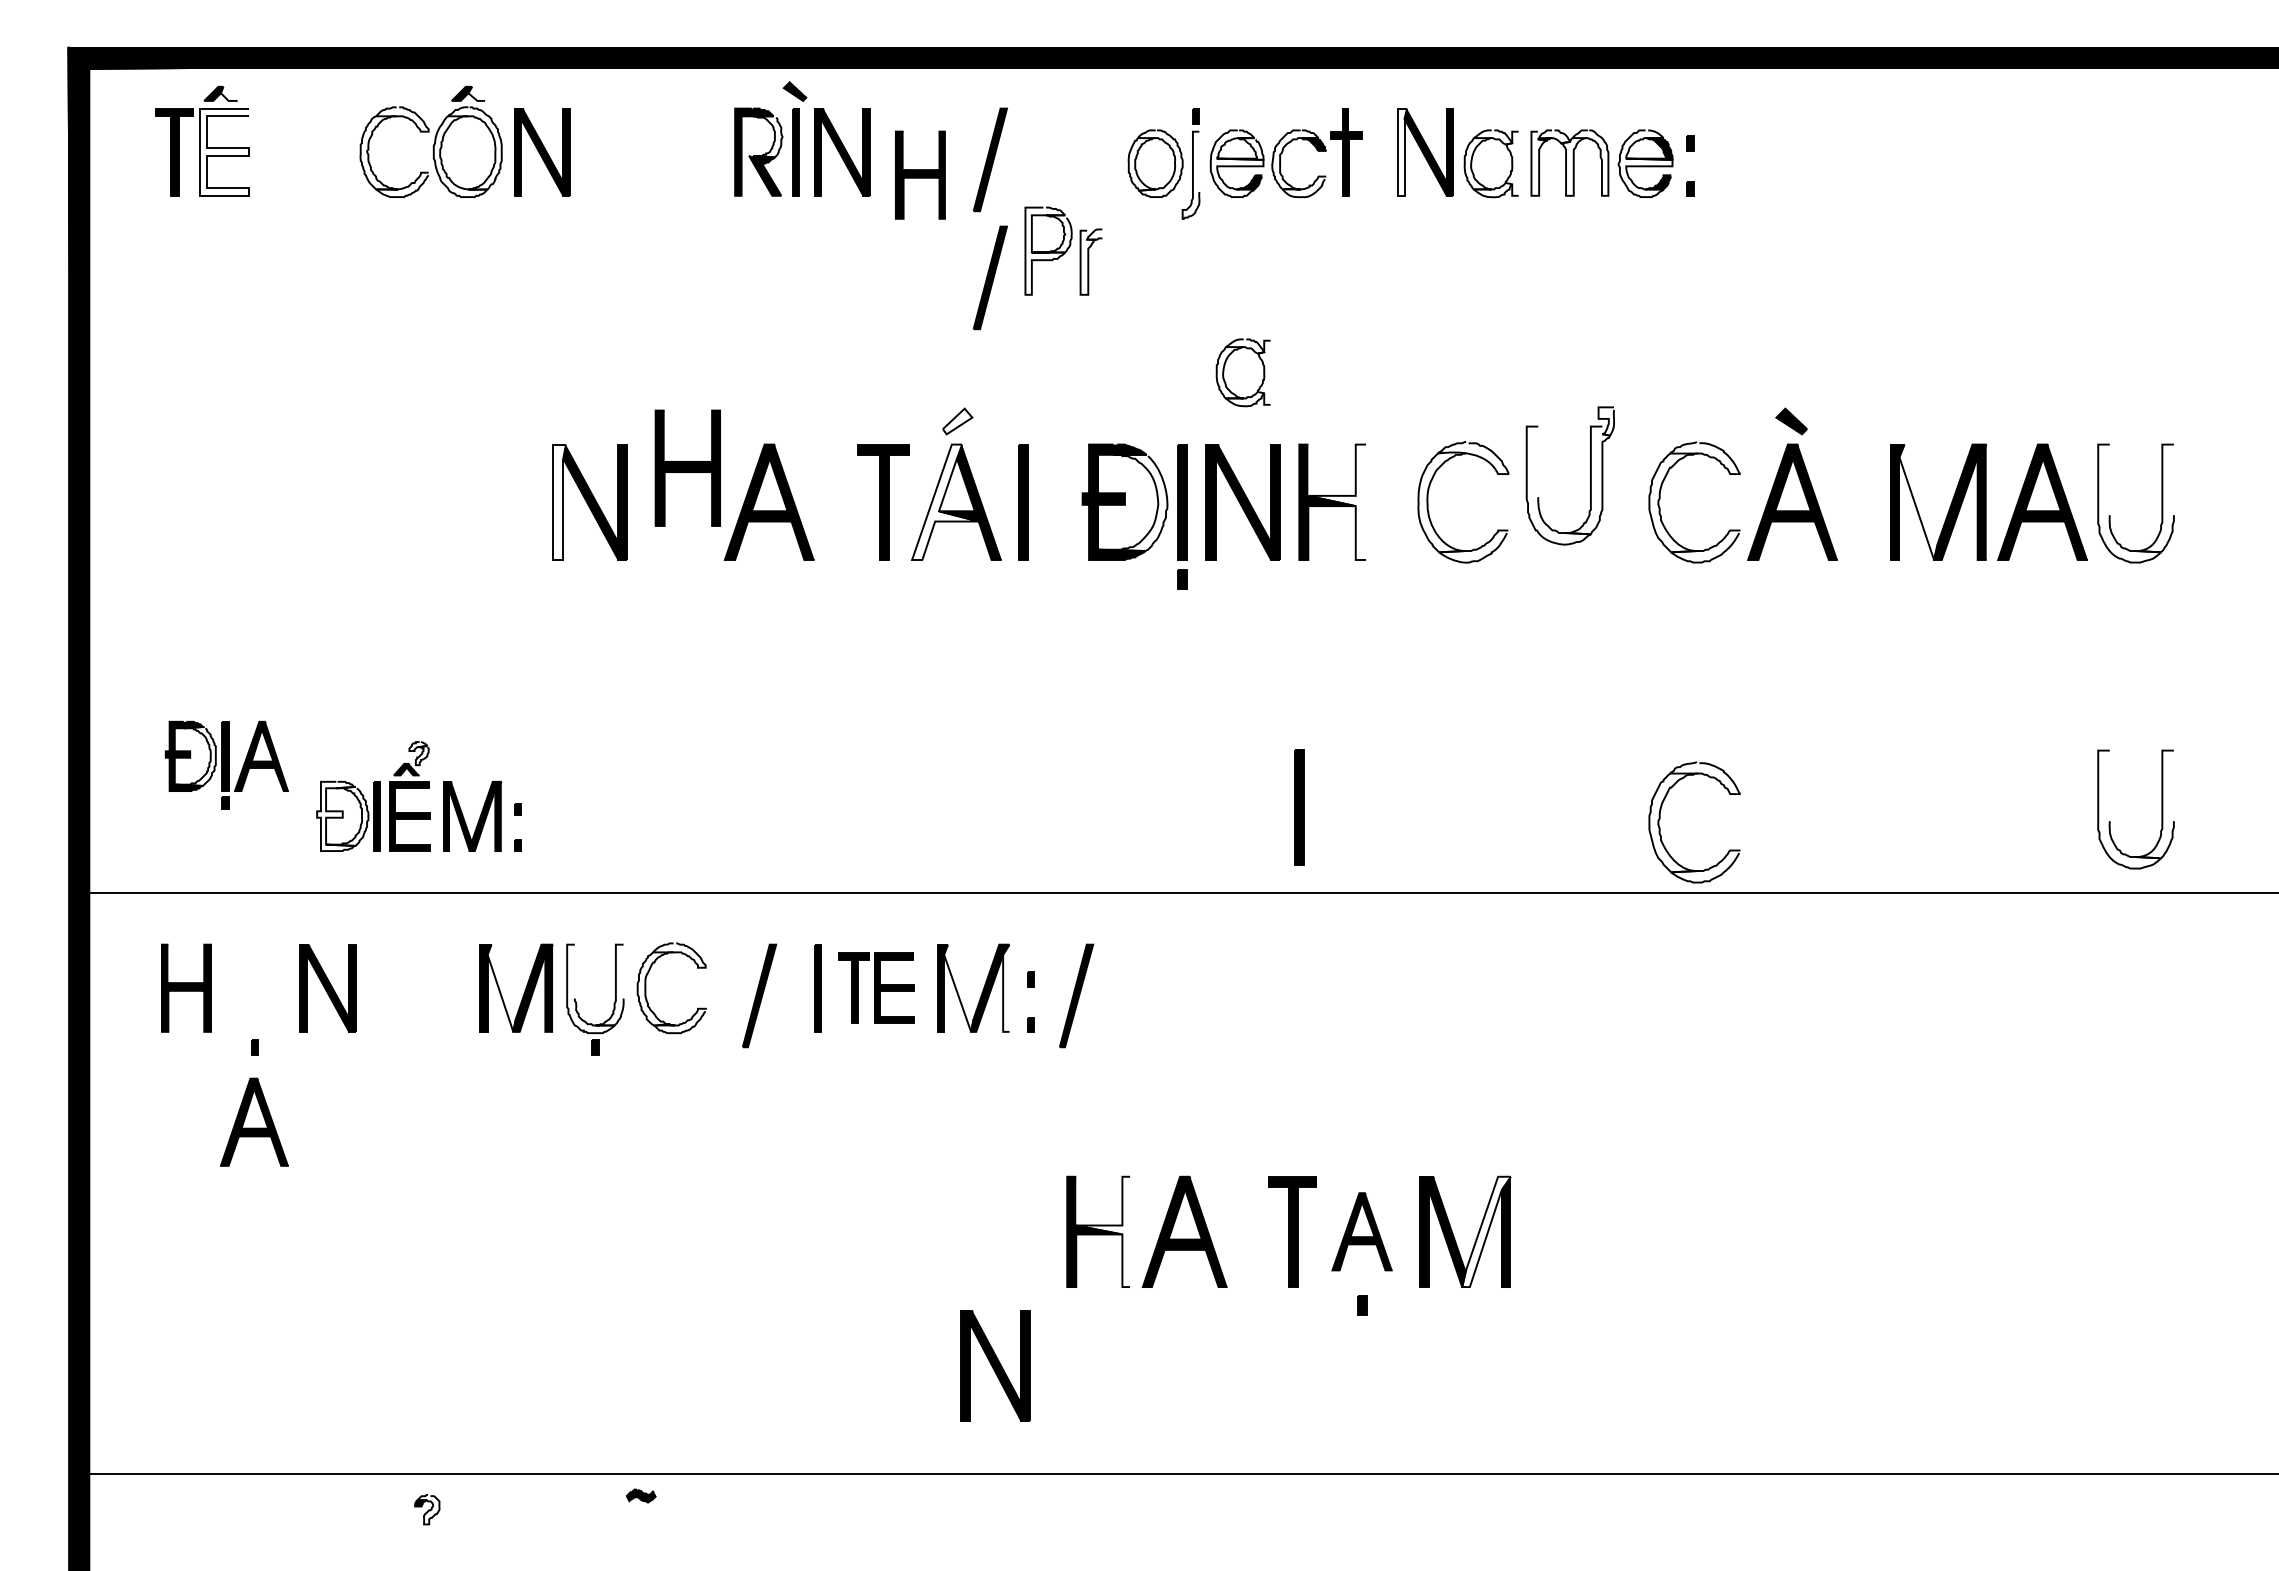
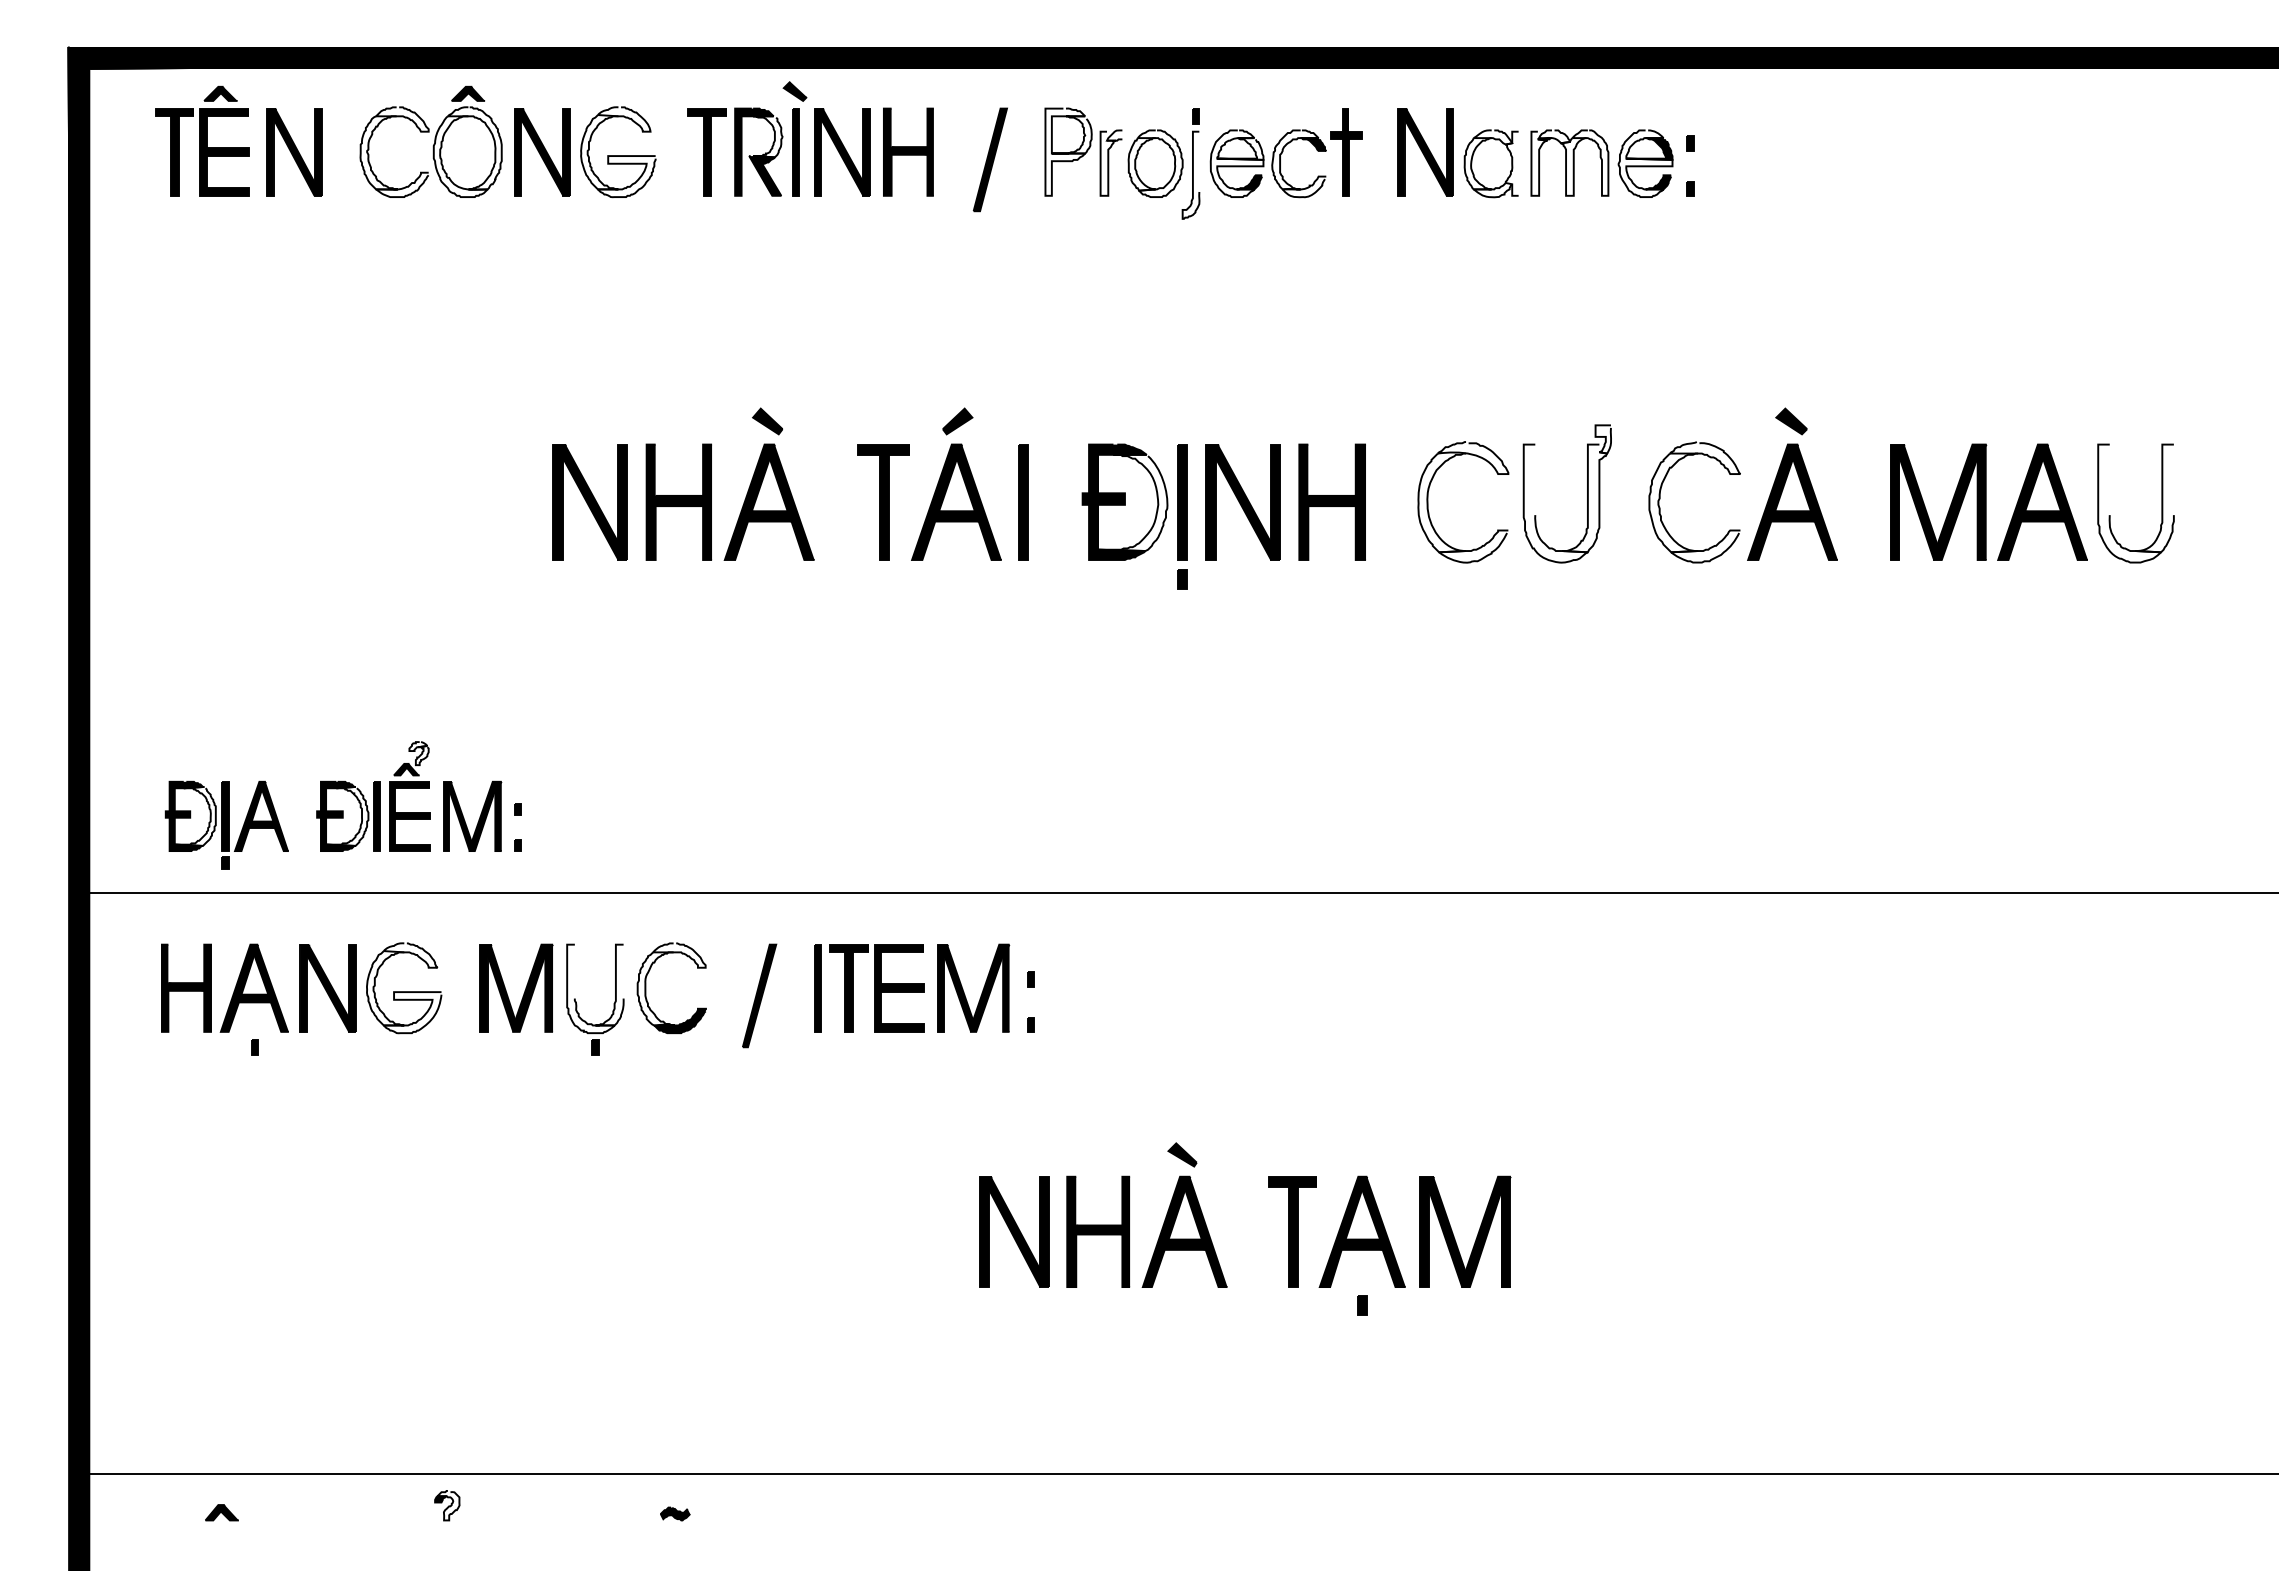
fill at (228, 93): none -> present
fill at (476, 93): none -> present
fill at (224, 151): none -> present
fill at (1402, 151): none -> present
part at (294, 152): none -> present
part at (618, 152): none -> present
part at (706, 152): none -> present
part at (920, 174) position: (920, 174) -> (908, 151)
part at (1063, 250) position: (1063, 250) -> (1083, 151)
part at (989, 277): present -> none
part at (1242, 372): present -> none
part at (767, 421): none -> present
fill at (957, 421): none -> present
part at (687, 467) position: (687, 467) -> (678, 501)
part at (1590, 475) position: (1590, 475) -> (1587, 493)
fill at (559, 501): none -> present
fill at (945, 501): none -> present
fill at (1337, 501): none -> present
fill at (1918, 501): none -> present
part at (226, 764) position: (226, 764) -> (226, 824)
part at (1299, 807): present -> none
part at (2161, 809): present -> none
fill at (336, 816): none -> present
part at (1660, 819): present -> none
fill at (501, 987): none -> present
part at (876, 987) size: 77x72 px -> 96x89 px
fill at (958, 987): none -> present
fill at (1006, 987): none -> present
part at (404, 988): none -> present
part at (1076, 995): present -> none
fill at (680, 1020): none -> present
part at (253, 1121) position: (253, 1121) -> (253, 987)
part at (1182, 1154): none -> present
fill at (1103, 1231): none -> present
part at (1361, 1231) size: 62x80 px -> 88x113 px
fill at (1486, 1231): none -> present
part at (995, 1365) position: (995, 1365) -> (1014, 1231)
part at (641, 1495) position: (641, 1495) -> (675, 1513)
part at (427, 1509) position: (427, 1509) -> (447, 1505)
part at (221, 1512): none -> present
